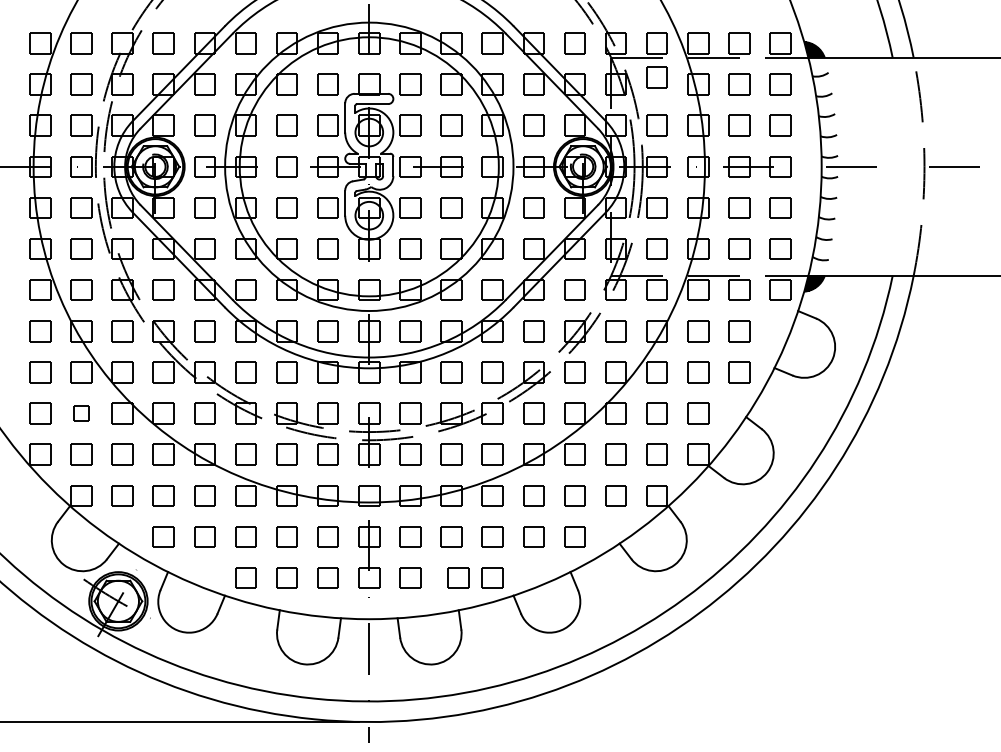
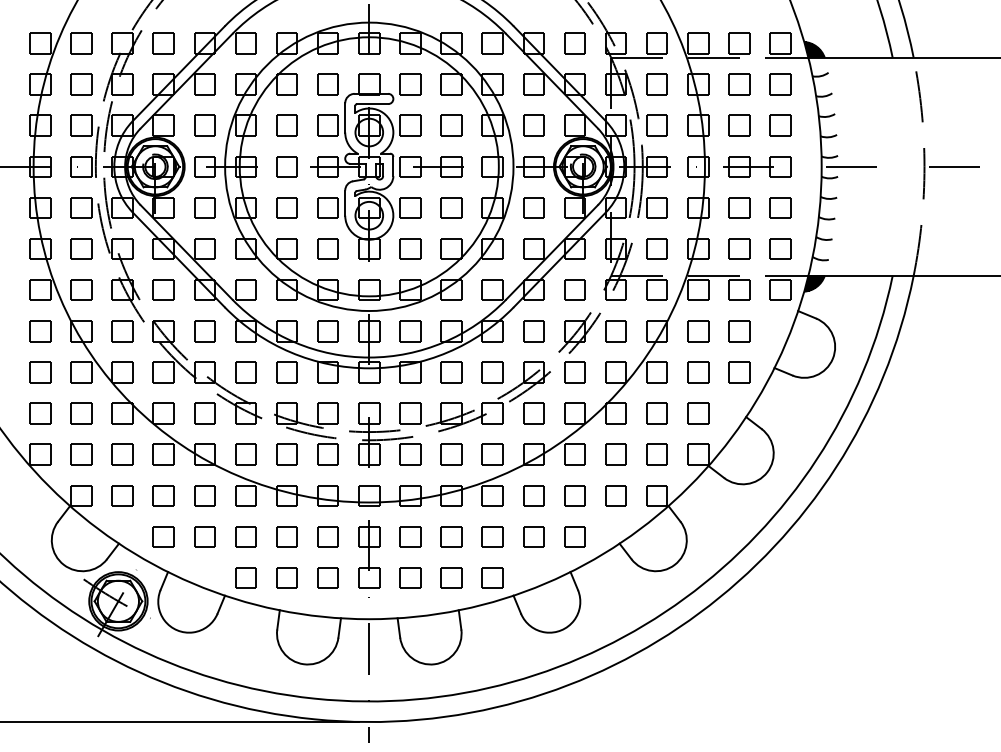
part at (656, 77) position: (656, 77) -> (656, 84)
part at (81, 413) size: 17x17 px -> 23x23 px
part at (458, 577) position: (458, 577) -> (451, 577)
